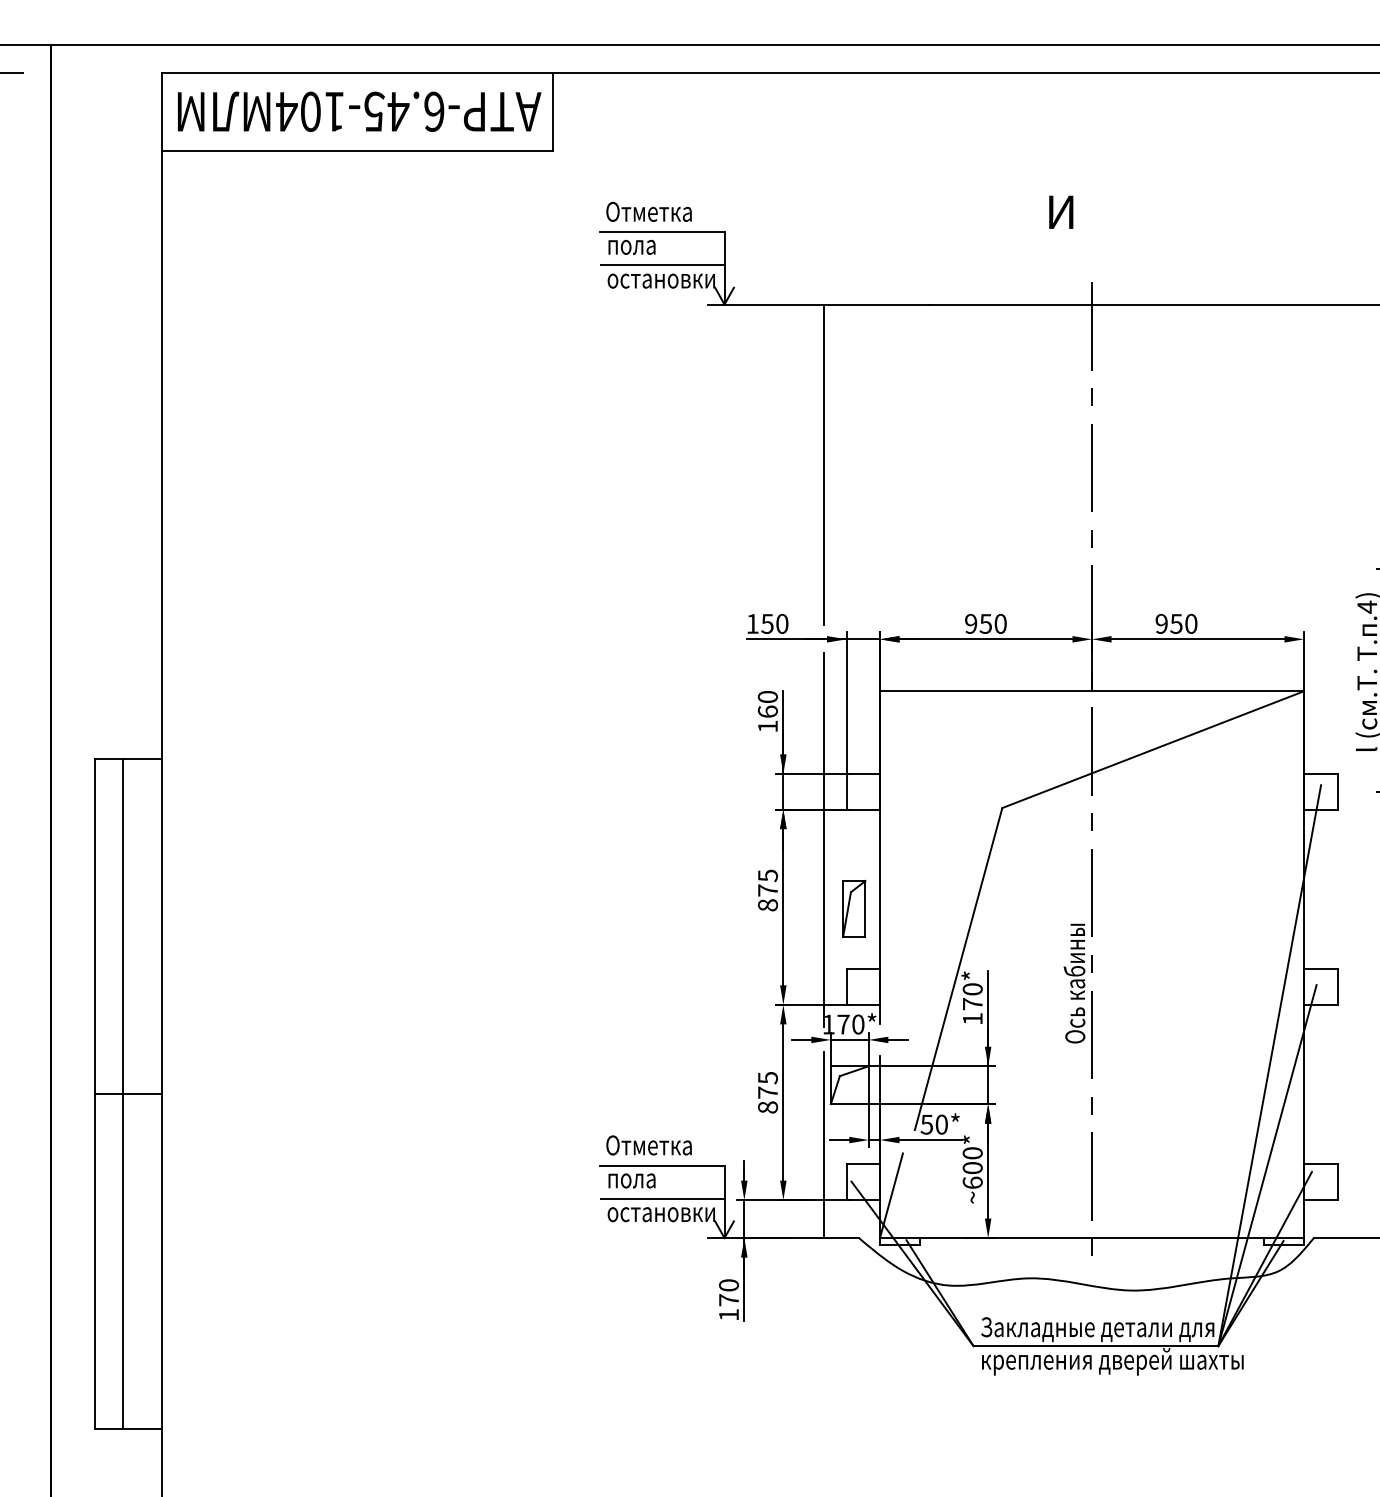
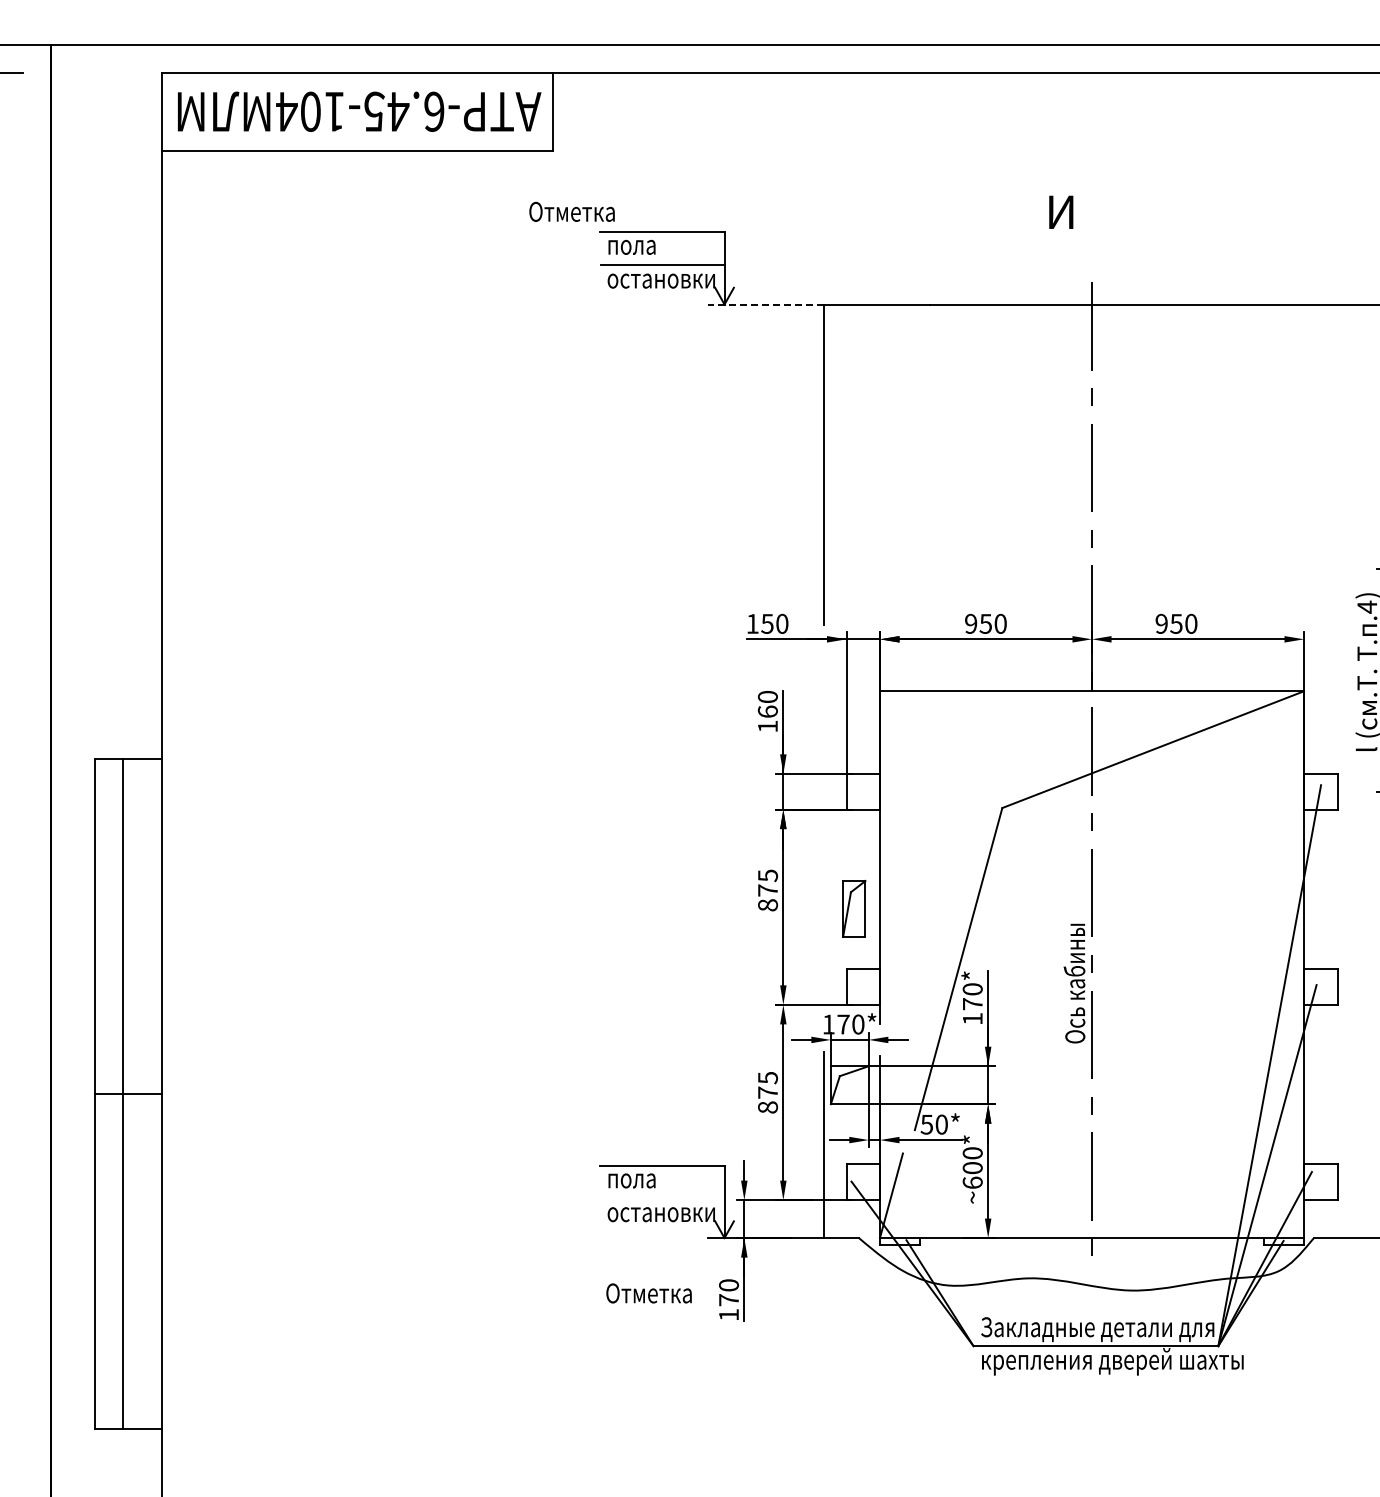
text at (648, 211) position: (648, 211) -> (571, 211)
line at (766, 304): solid -> dashed
line at (824, 839): present -> none
text at (648, 1145) position: (648, 1145) -> (648, 1293)
line at (662, 1199): present -> none
